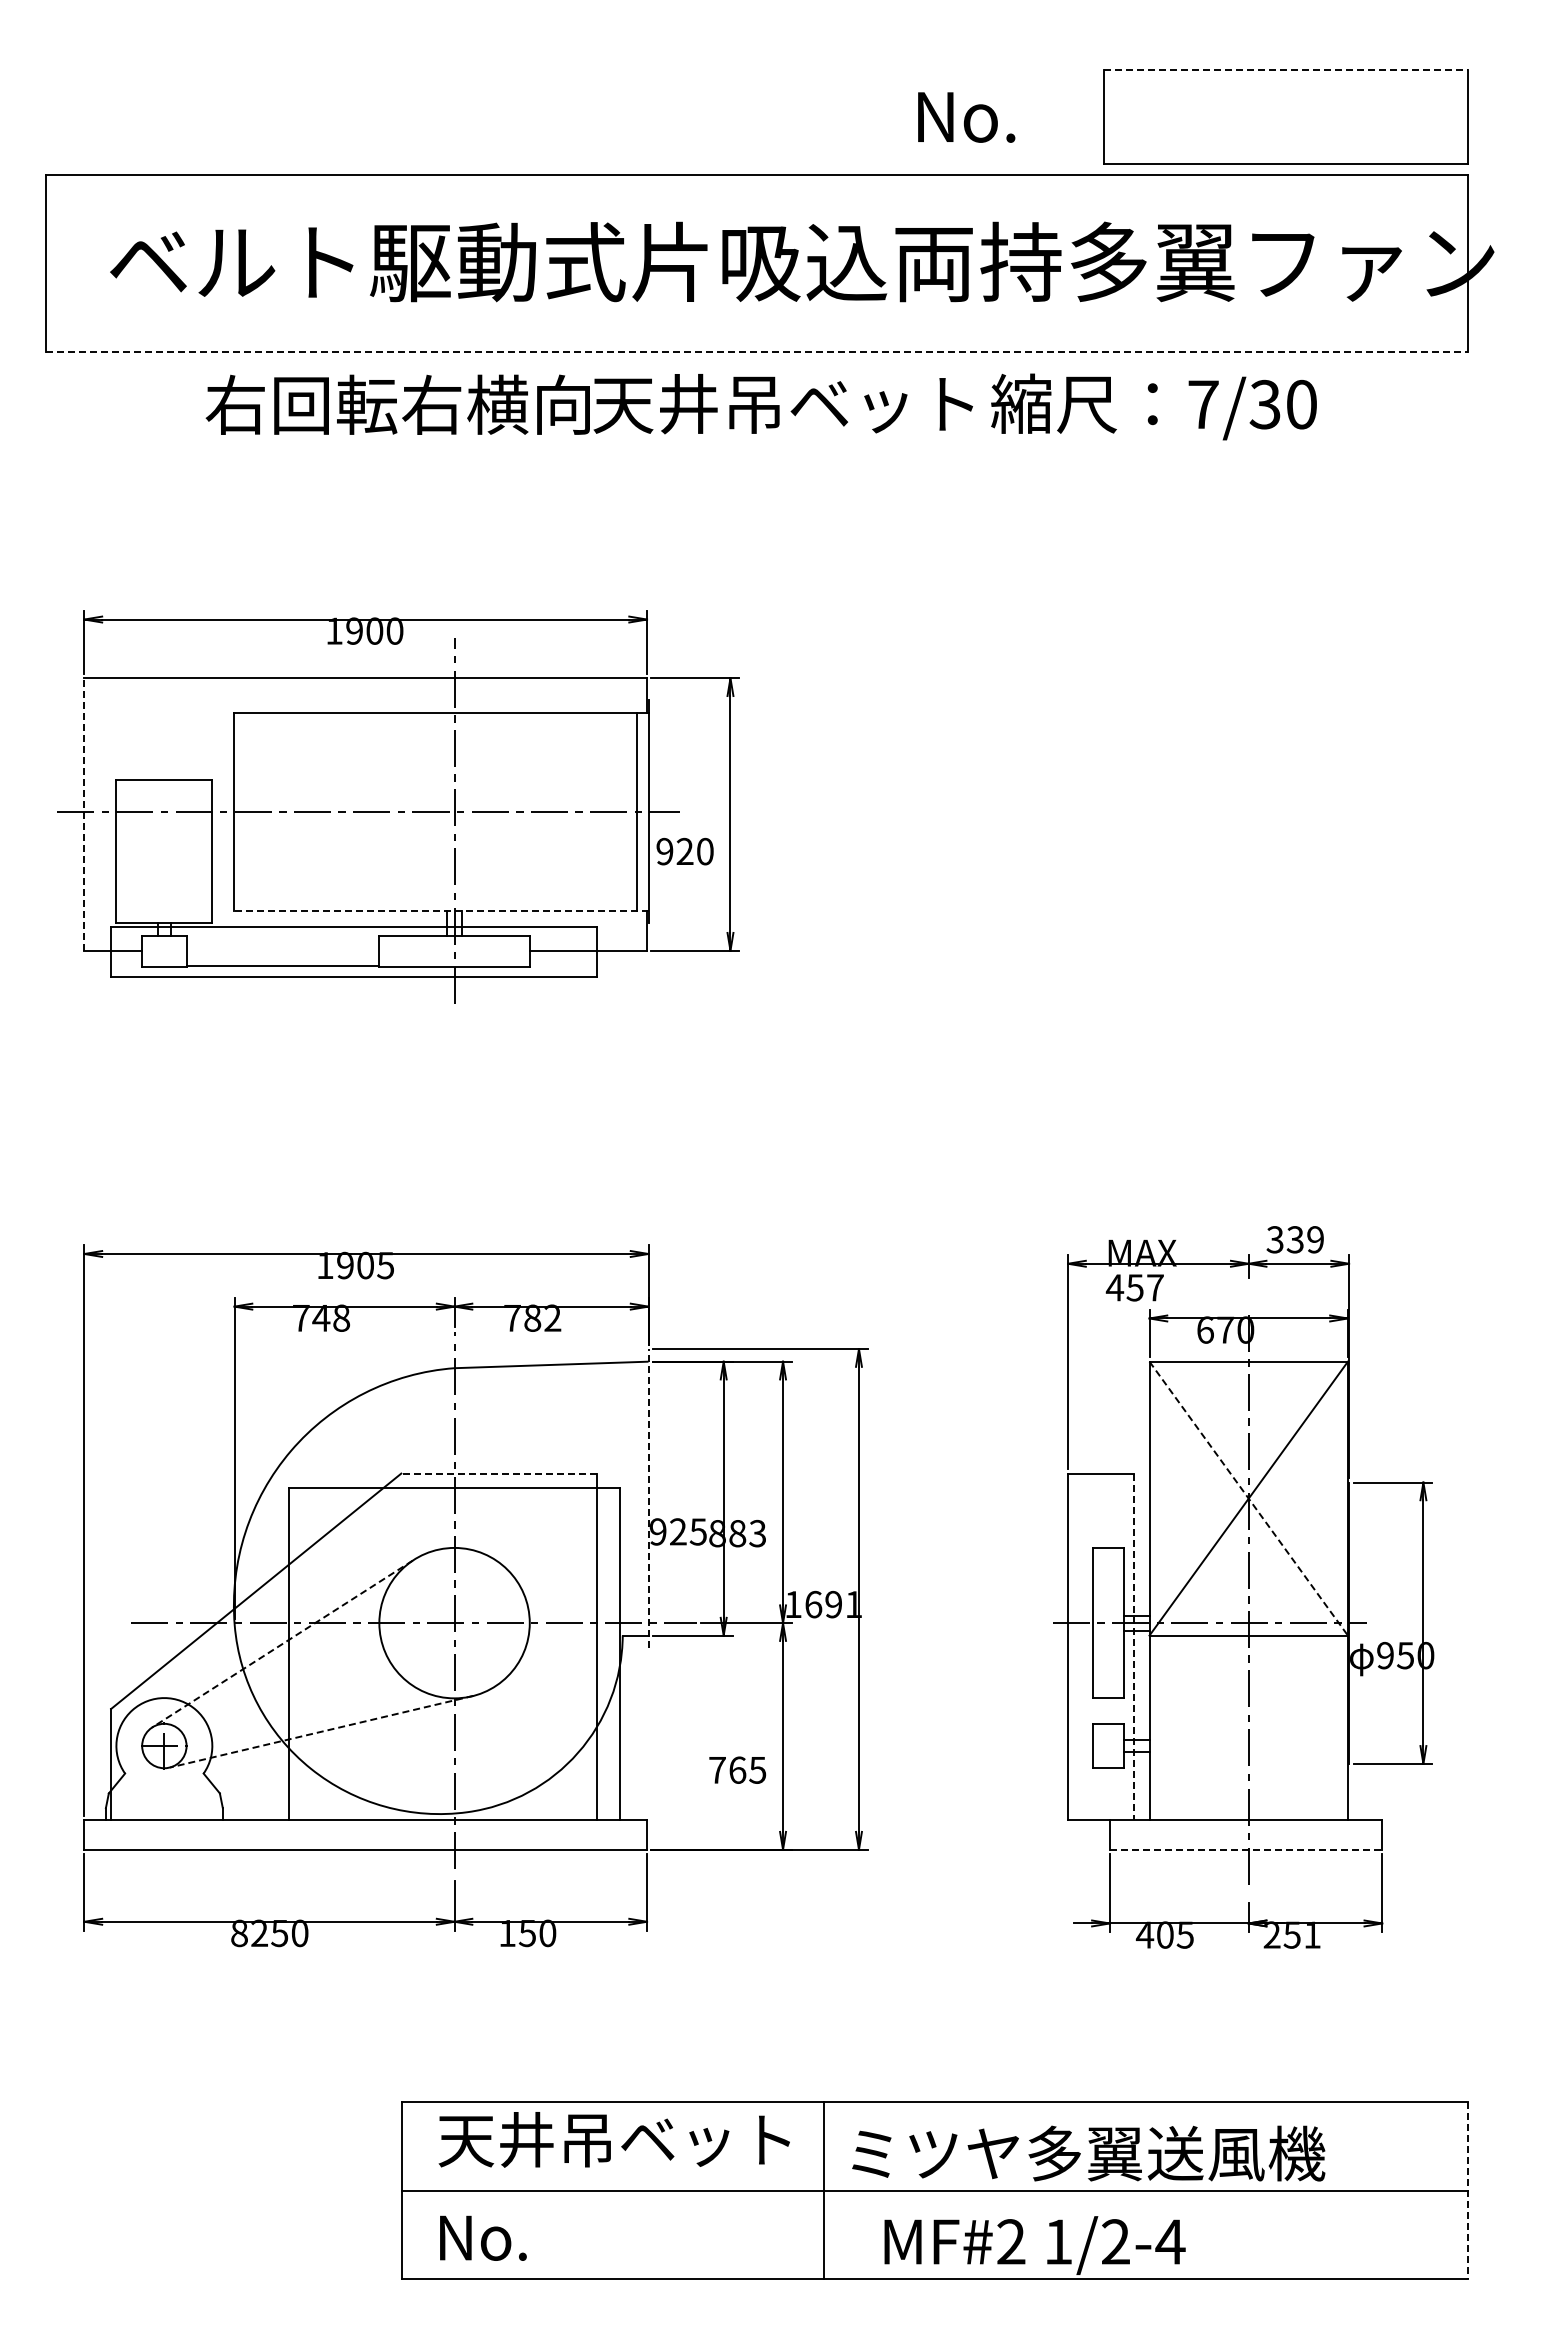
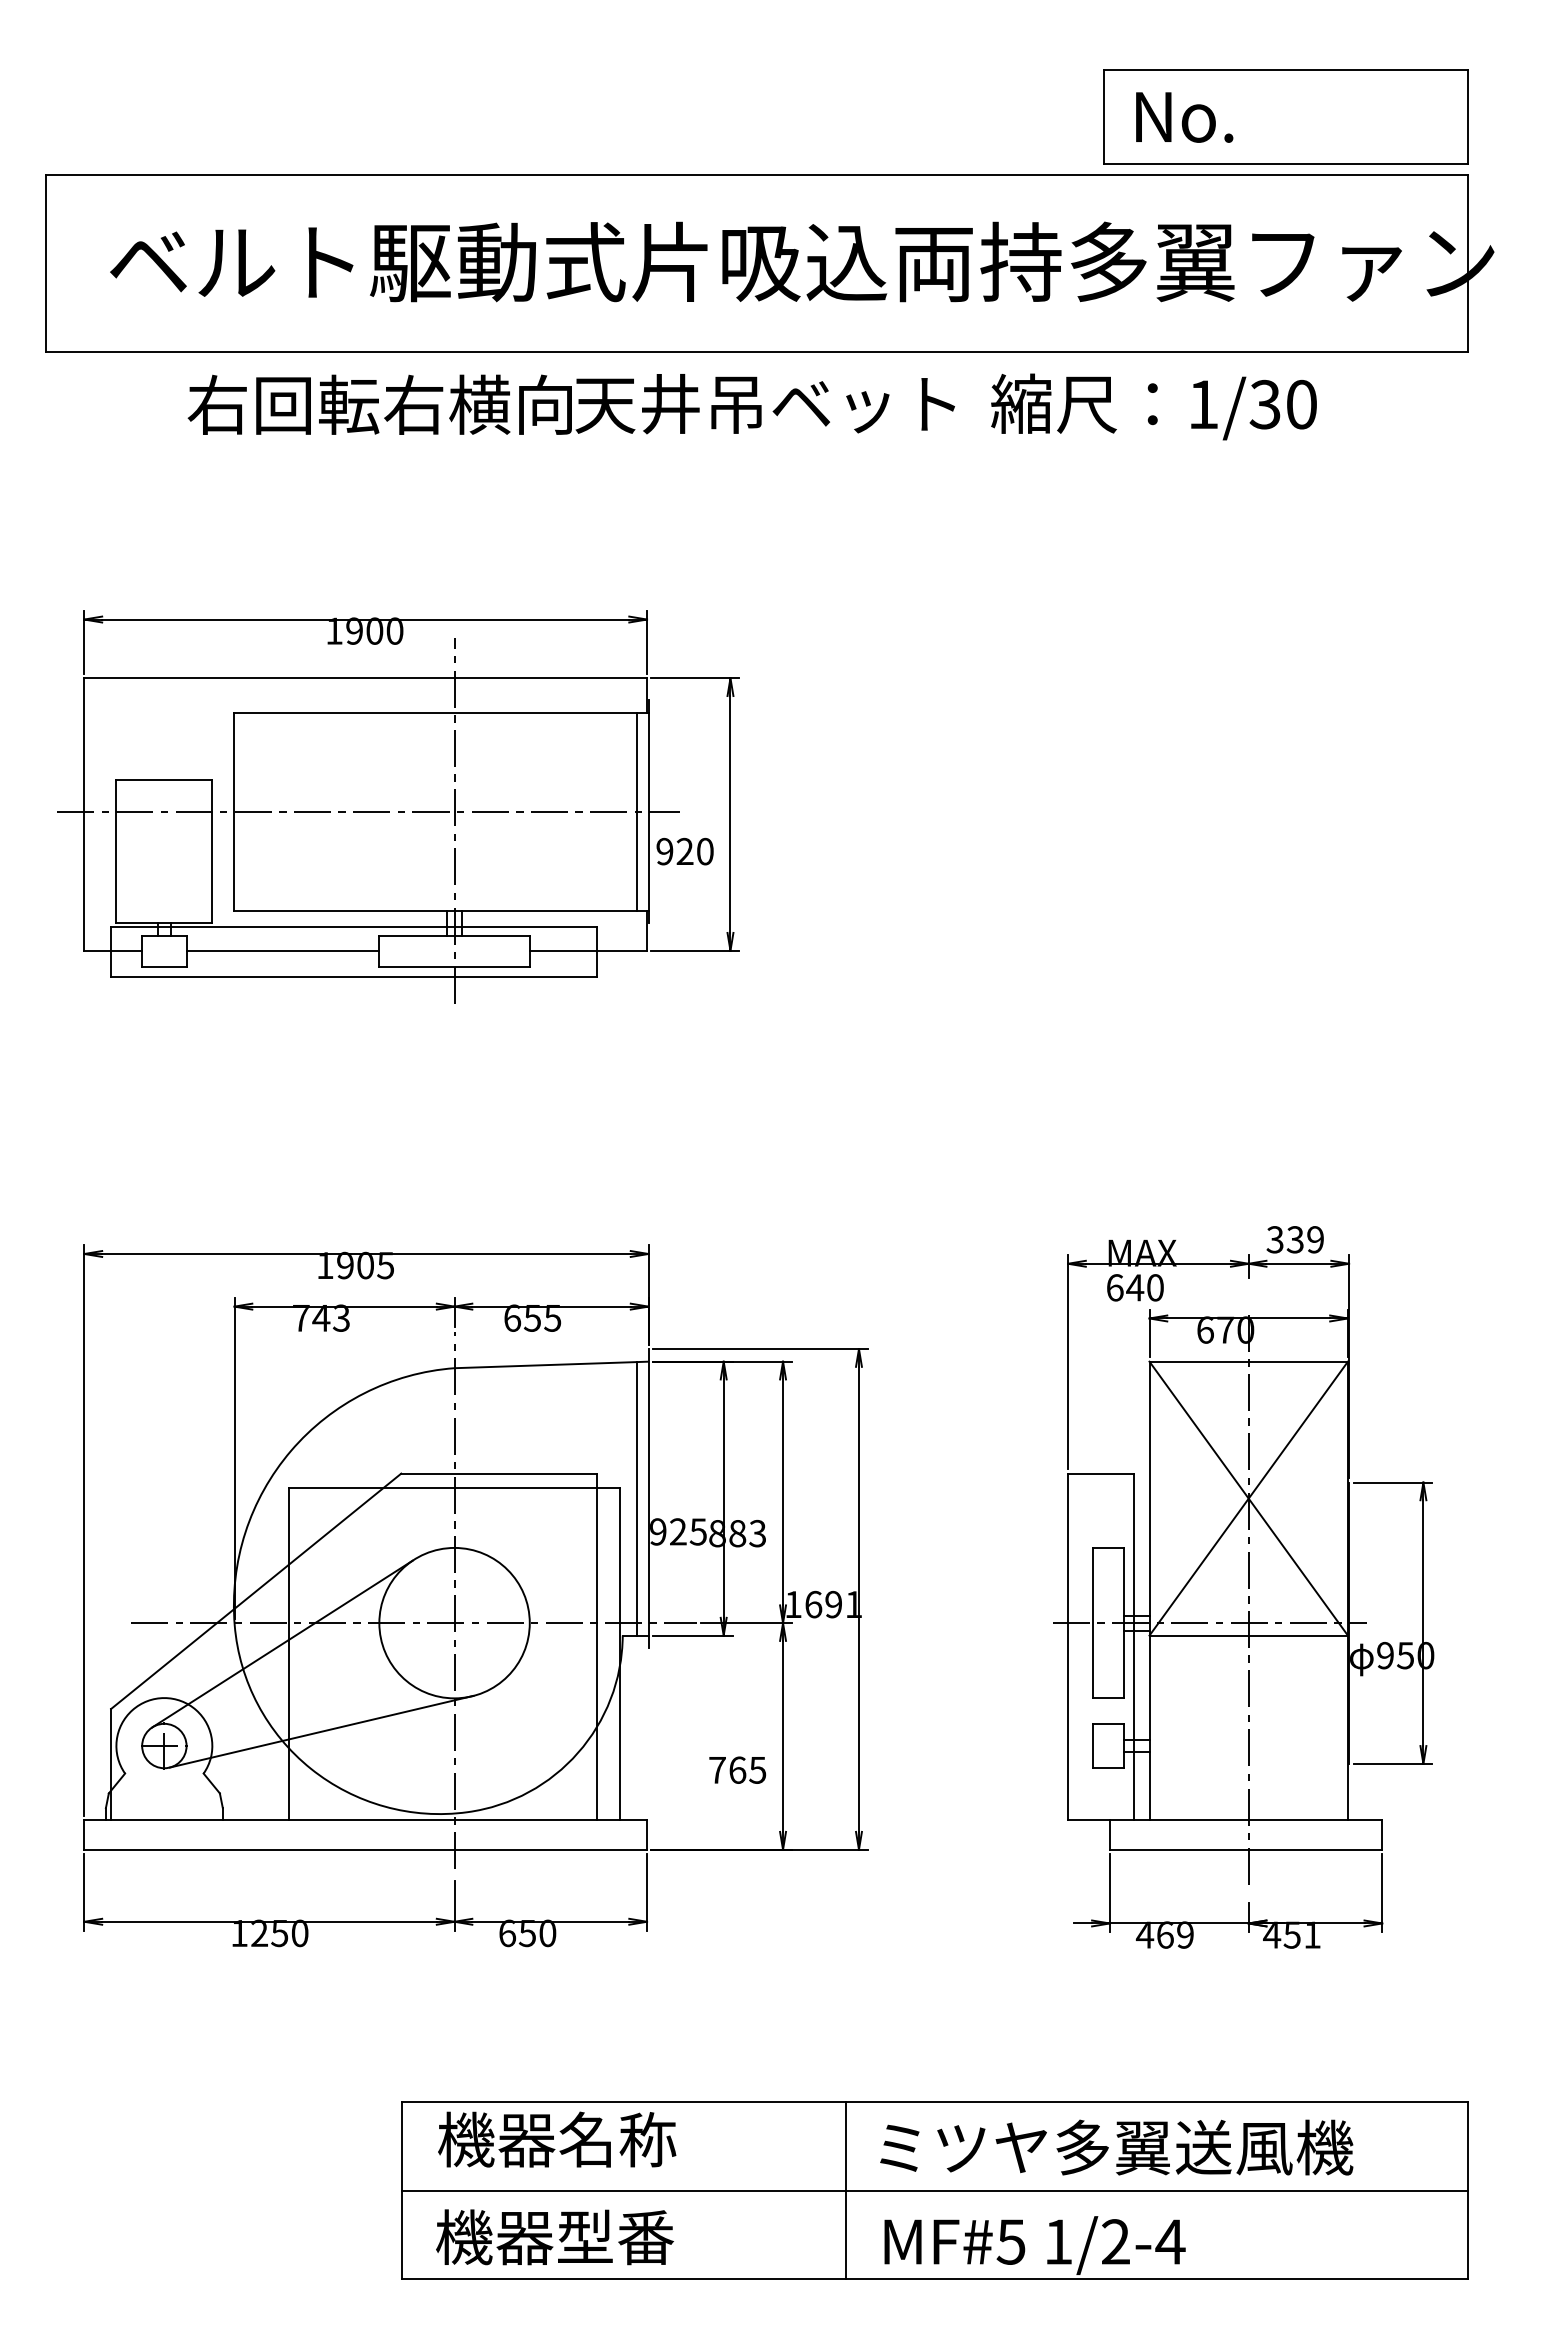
line at (1285, 70): dashed -> solid
text at (966, 117) position: (966, 117) -> (1184, 117)
line at (757, 352): dashed -> solid
text at (588, 404) position: (588, 404) -> (570, 404)
text at (1203, 404): 7/30 -> 1/30
line at (84, 813): dashed -> solid
line at (440, 911): dashed -> solid
line at (282, 965) position: (282, 965) -> (282, 950)
text at (1134, 1287): 457 -> 640
text at (341, 1317): 748 -> 743
text at (532, 1317): 782 -> 655
line at (498, 1473): dashed -> solid
line at (636, 1498): none -> present
line at (648, 1498): dashed -> solid
line at (1249, 1499): dashed -> solid
line at (282, 1644): dashed -> solid
line at (1133, 1647): dashed -> solid
line at (321, 1731): dashed -> solid
line at (1246, 1849): dashed -> solid
text at (239, 1933): 8250 -> 1250
text at (507, 1933): 150 -> 650
text at (1175, 1934): 405 -> 469
text at (1272, 1934): 251 -> 451
text at (613, 2139): 天井吊ベット -> 機器名称
text at (1088, 2153) position: (1088, 2153) -> (1116, 2147)
line at (823, 2190) position: (823, 2190) -> (845, 2190)
line at (1467, 2190): dashed -> solid
text at (555, 2237): No. -> 機器型番
text at (1010, 2241): MF#2 -> MF#5
